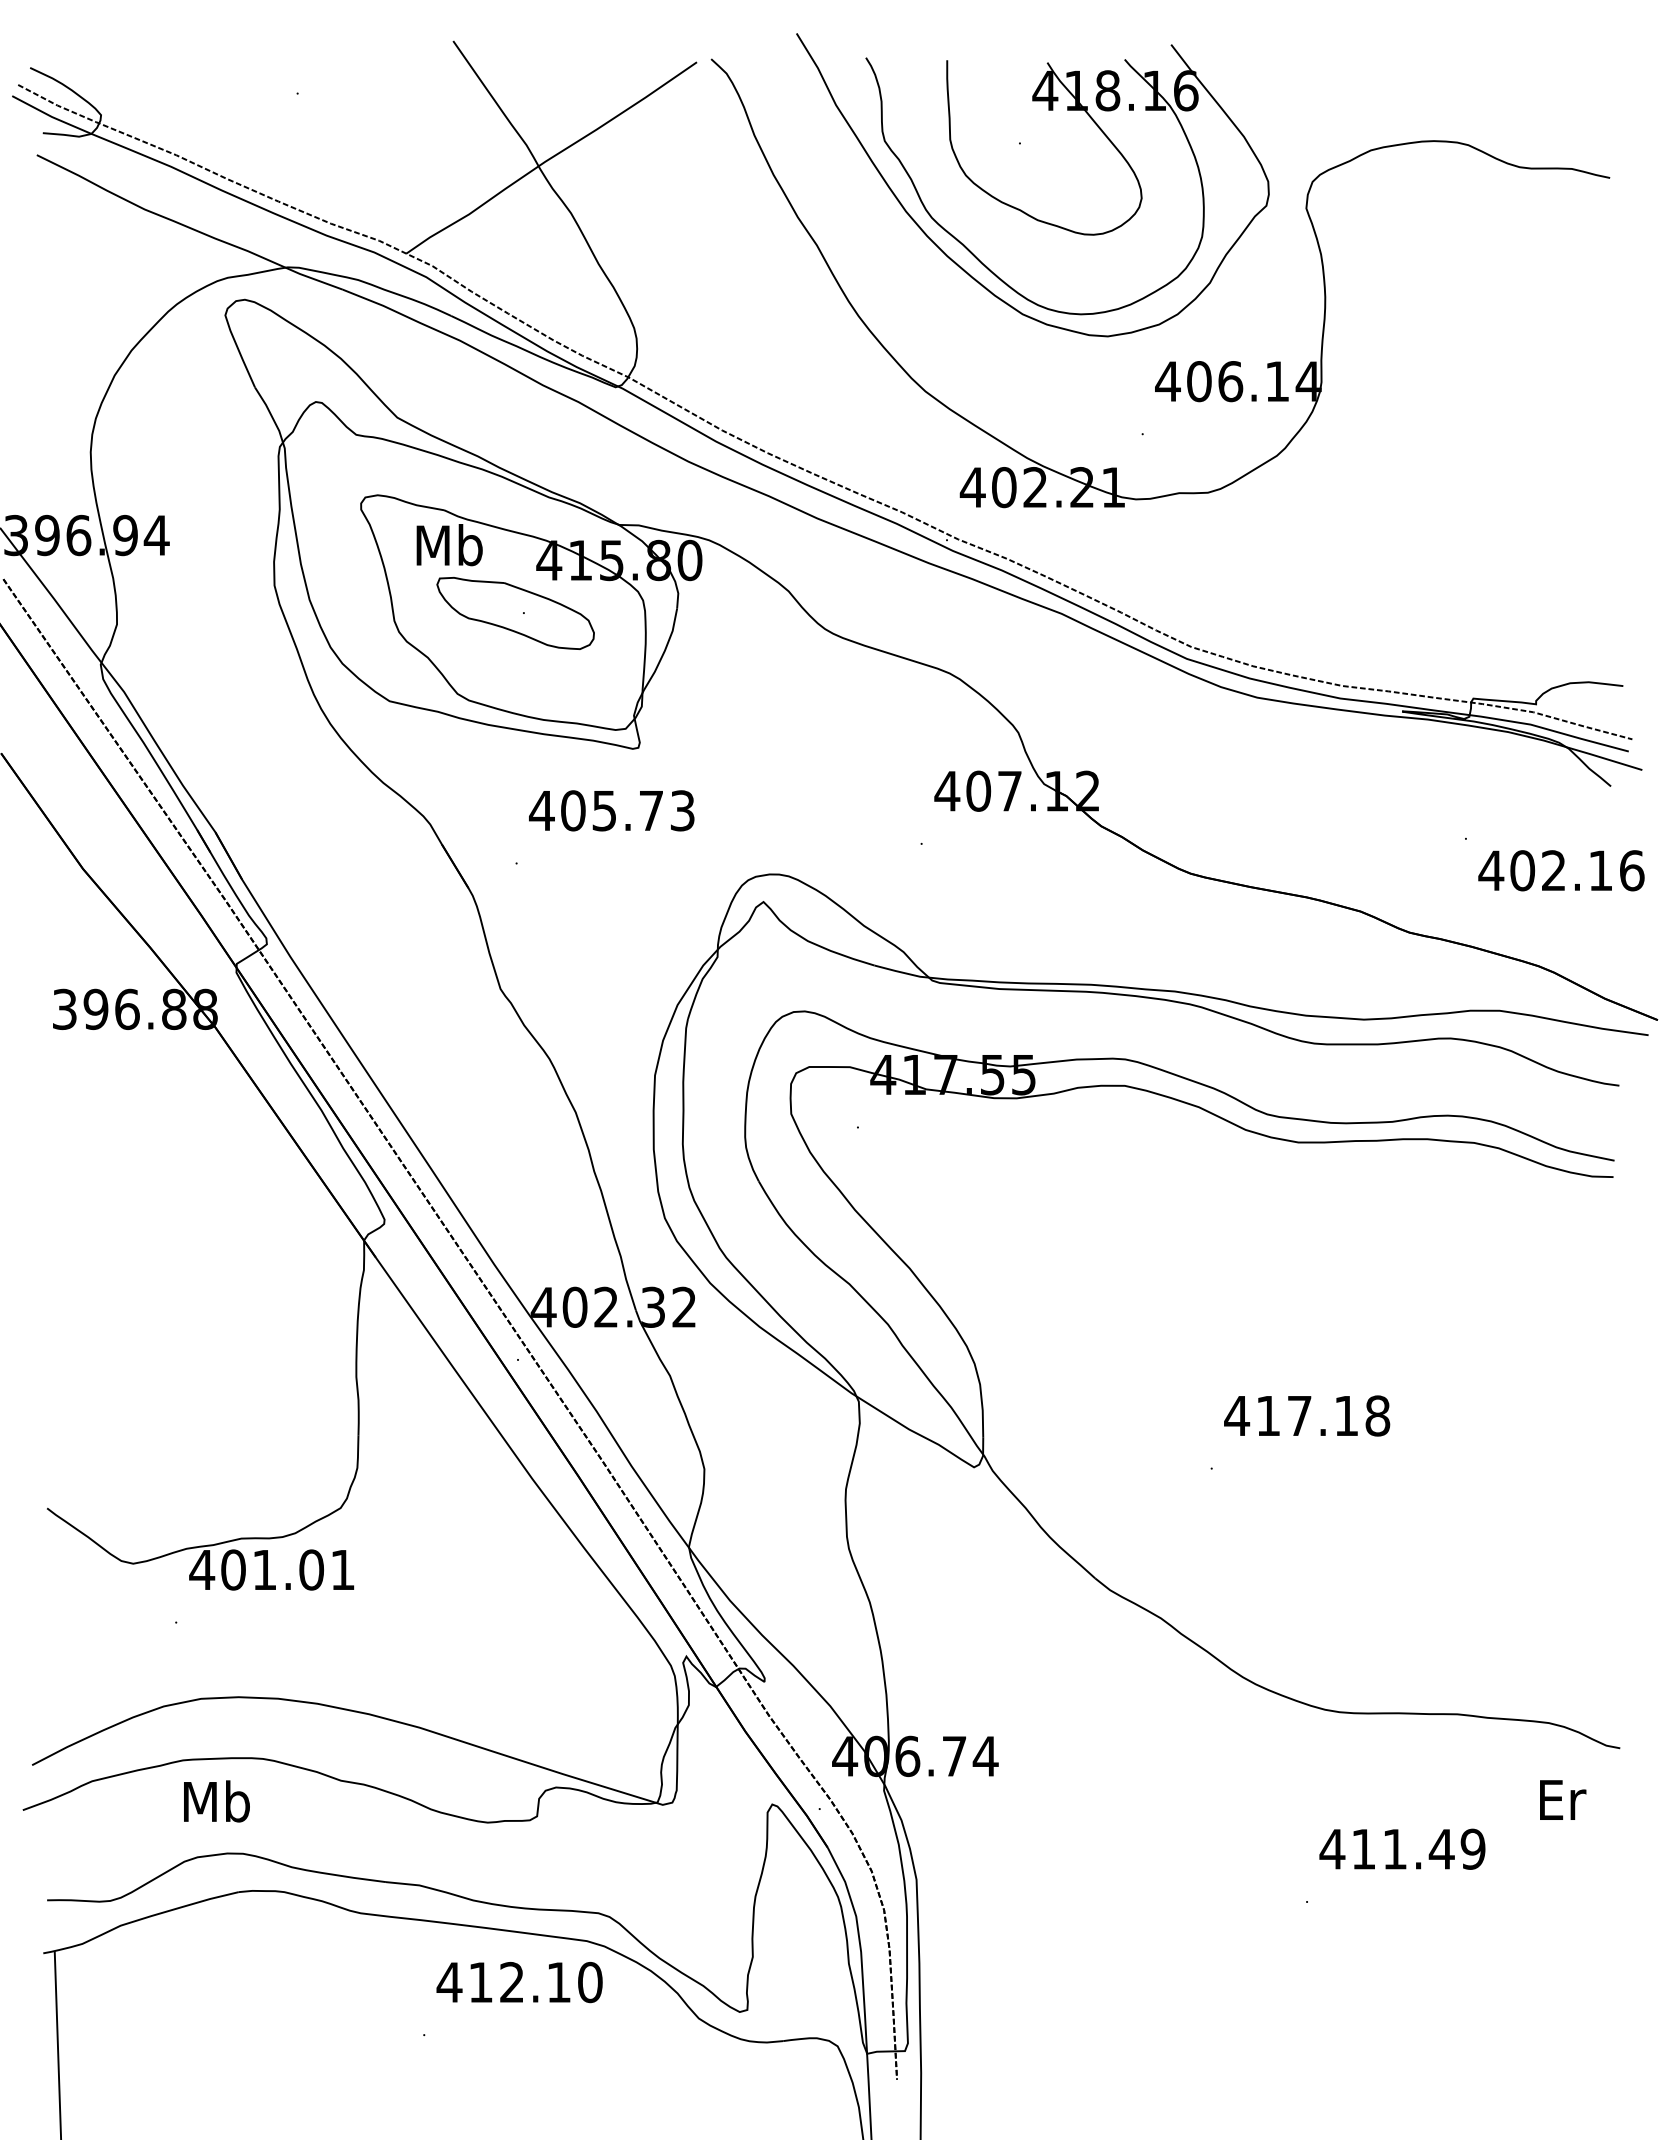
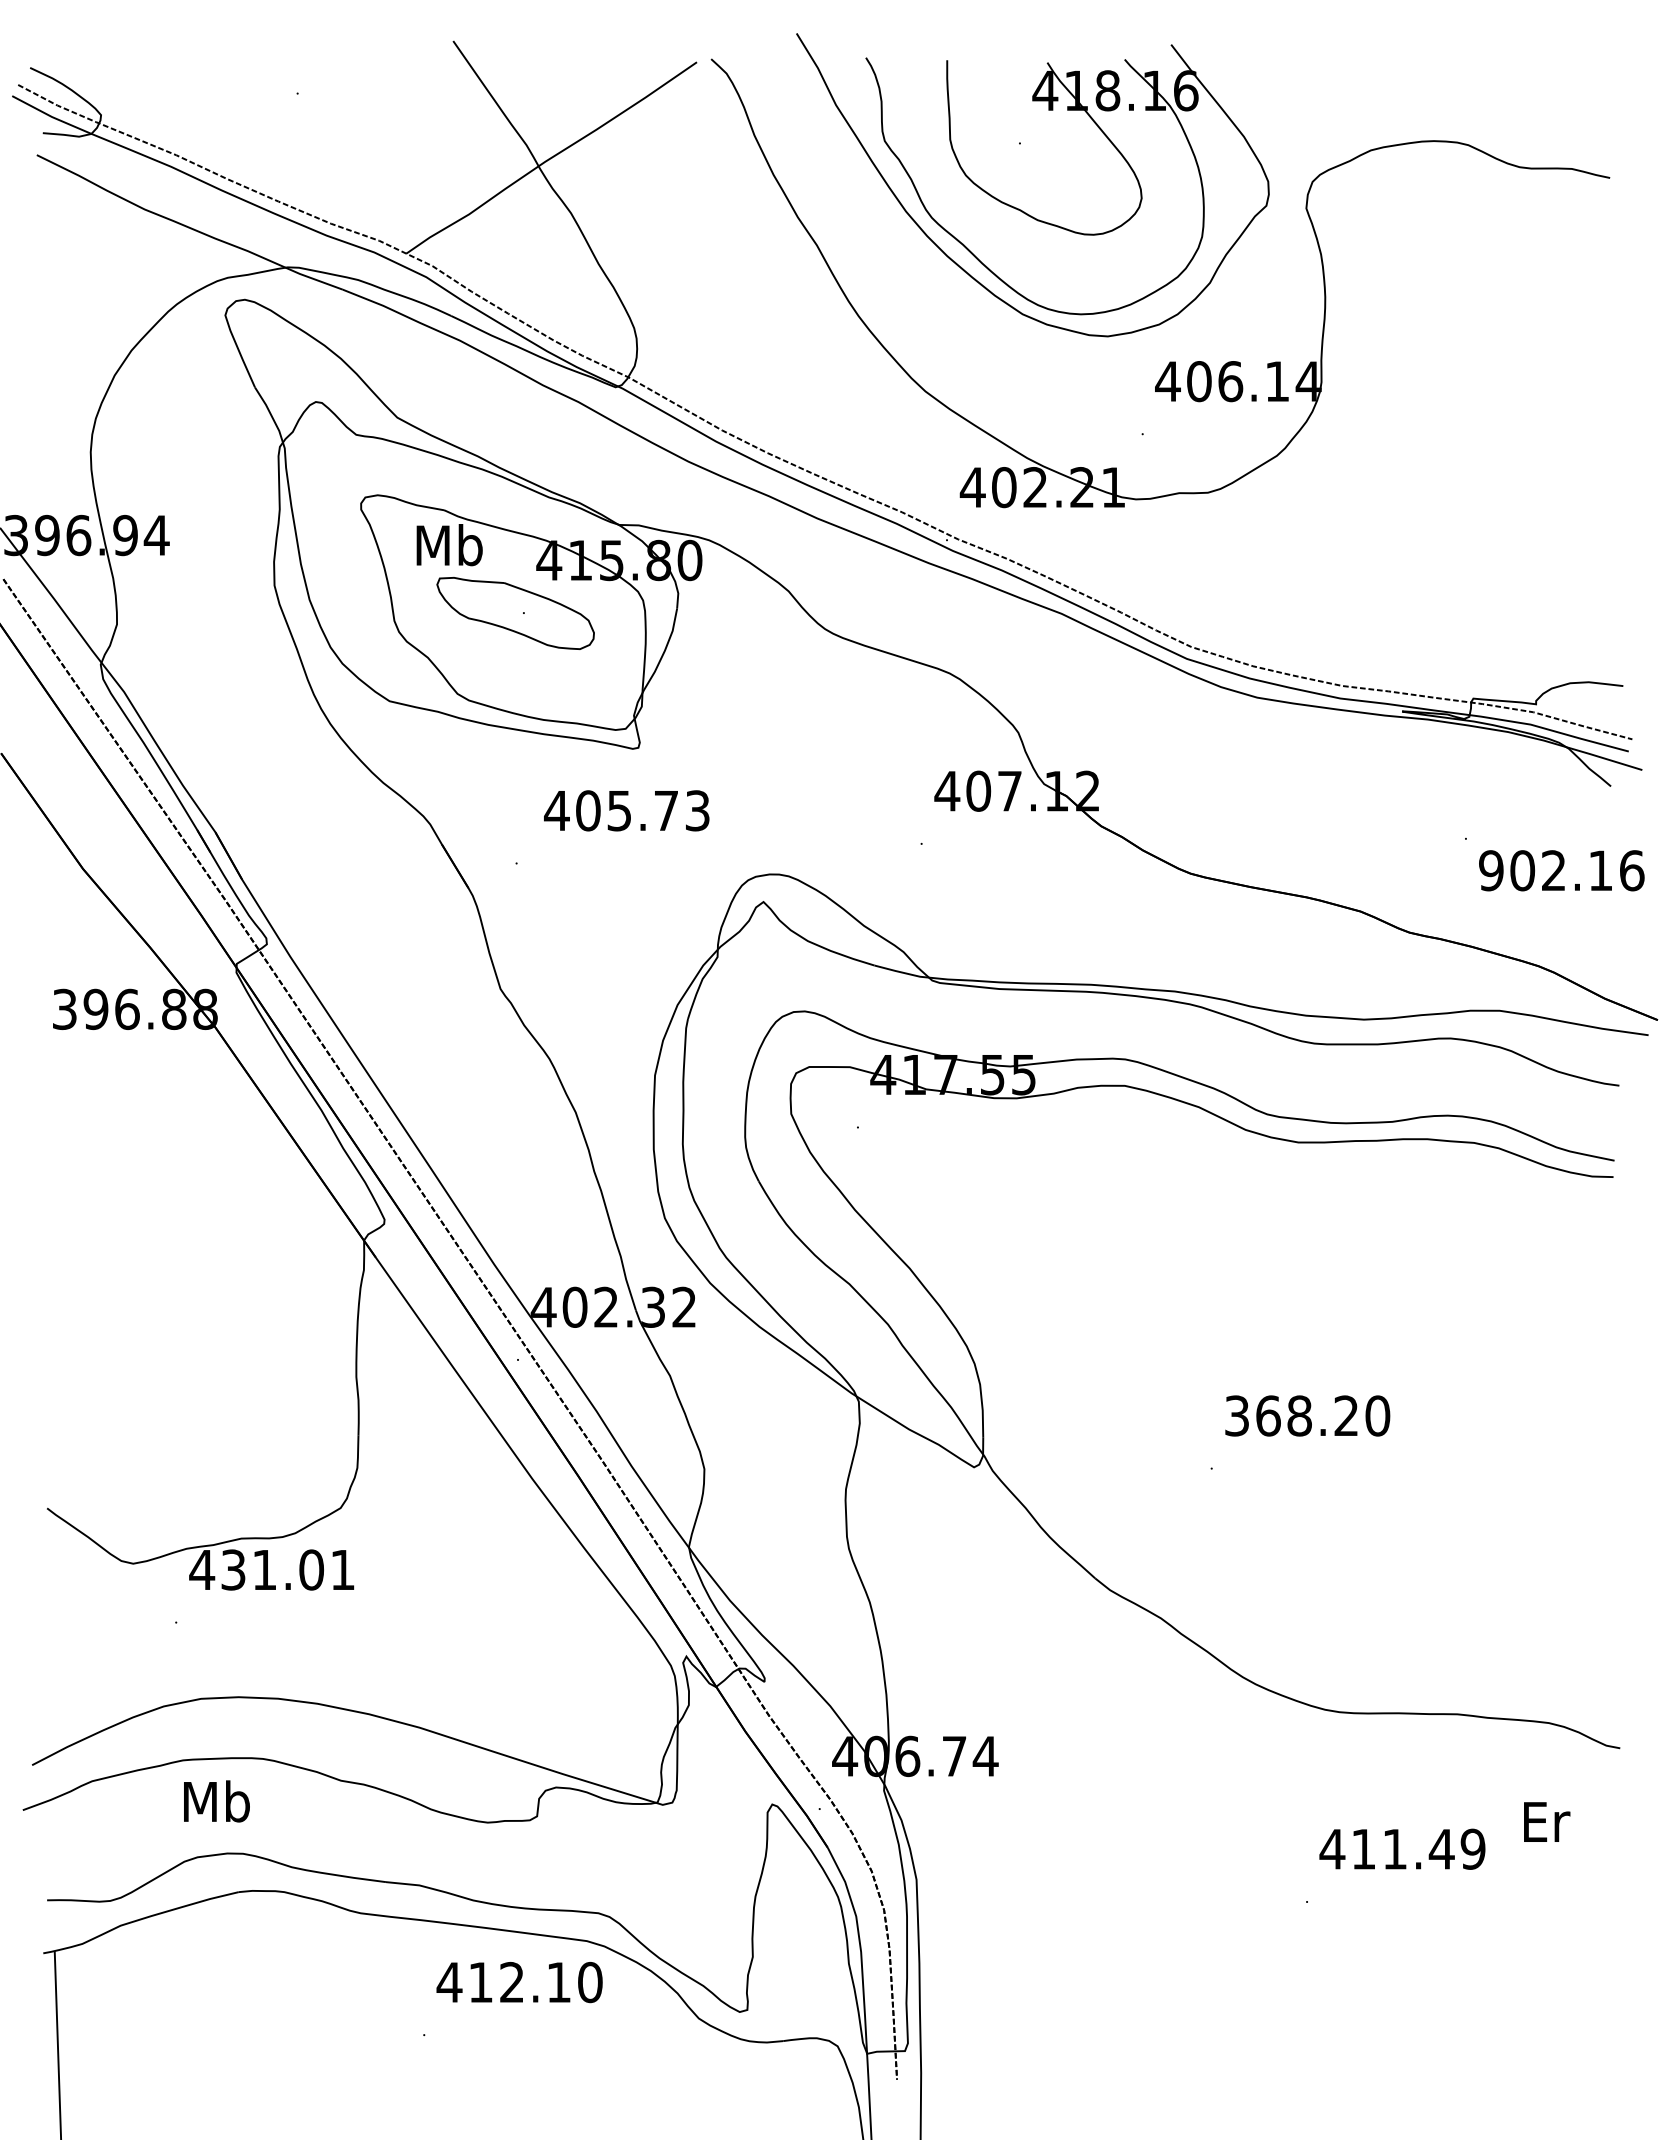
text at (611, 810) position: (611, 810) -> (626, 810)
text at (1491, 870): 402.16 -> 902.16
text at (1307, 1415): 417.18 -> 368.20
text at (233, 1569): 401.01 -> 431.01
text at (1563, 1799) position: (1563, 1799) -> (1547, 1821)
